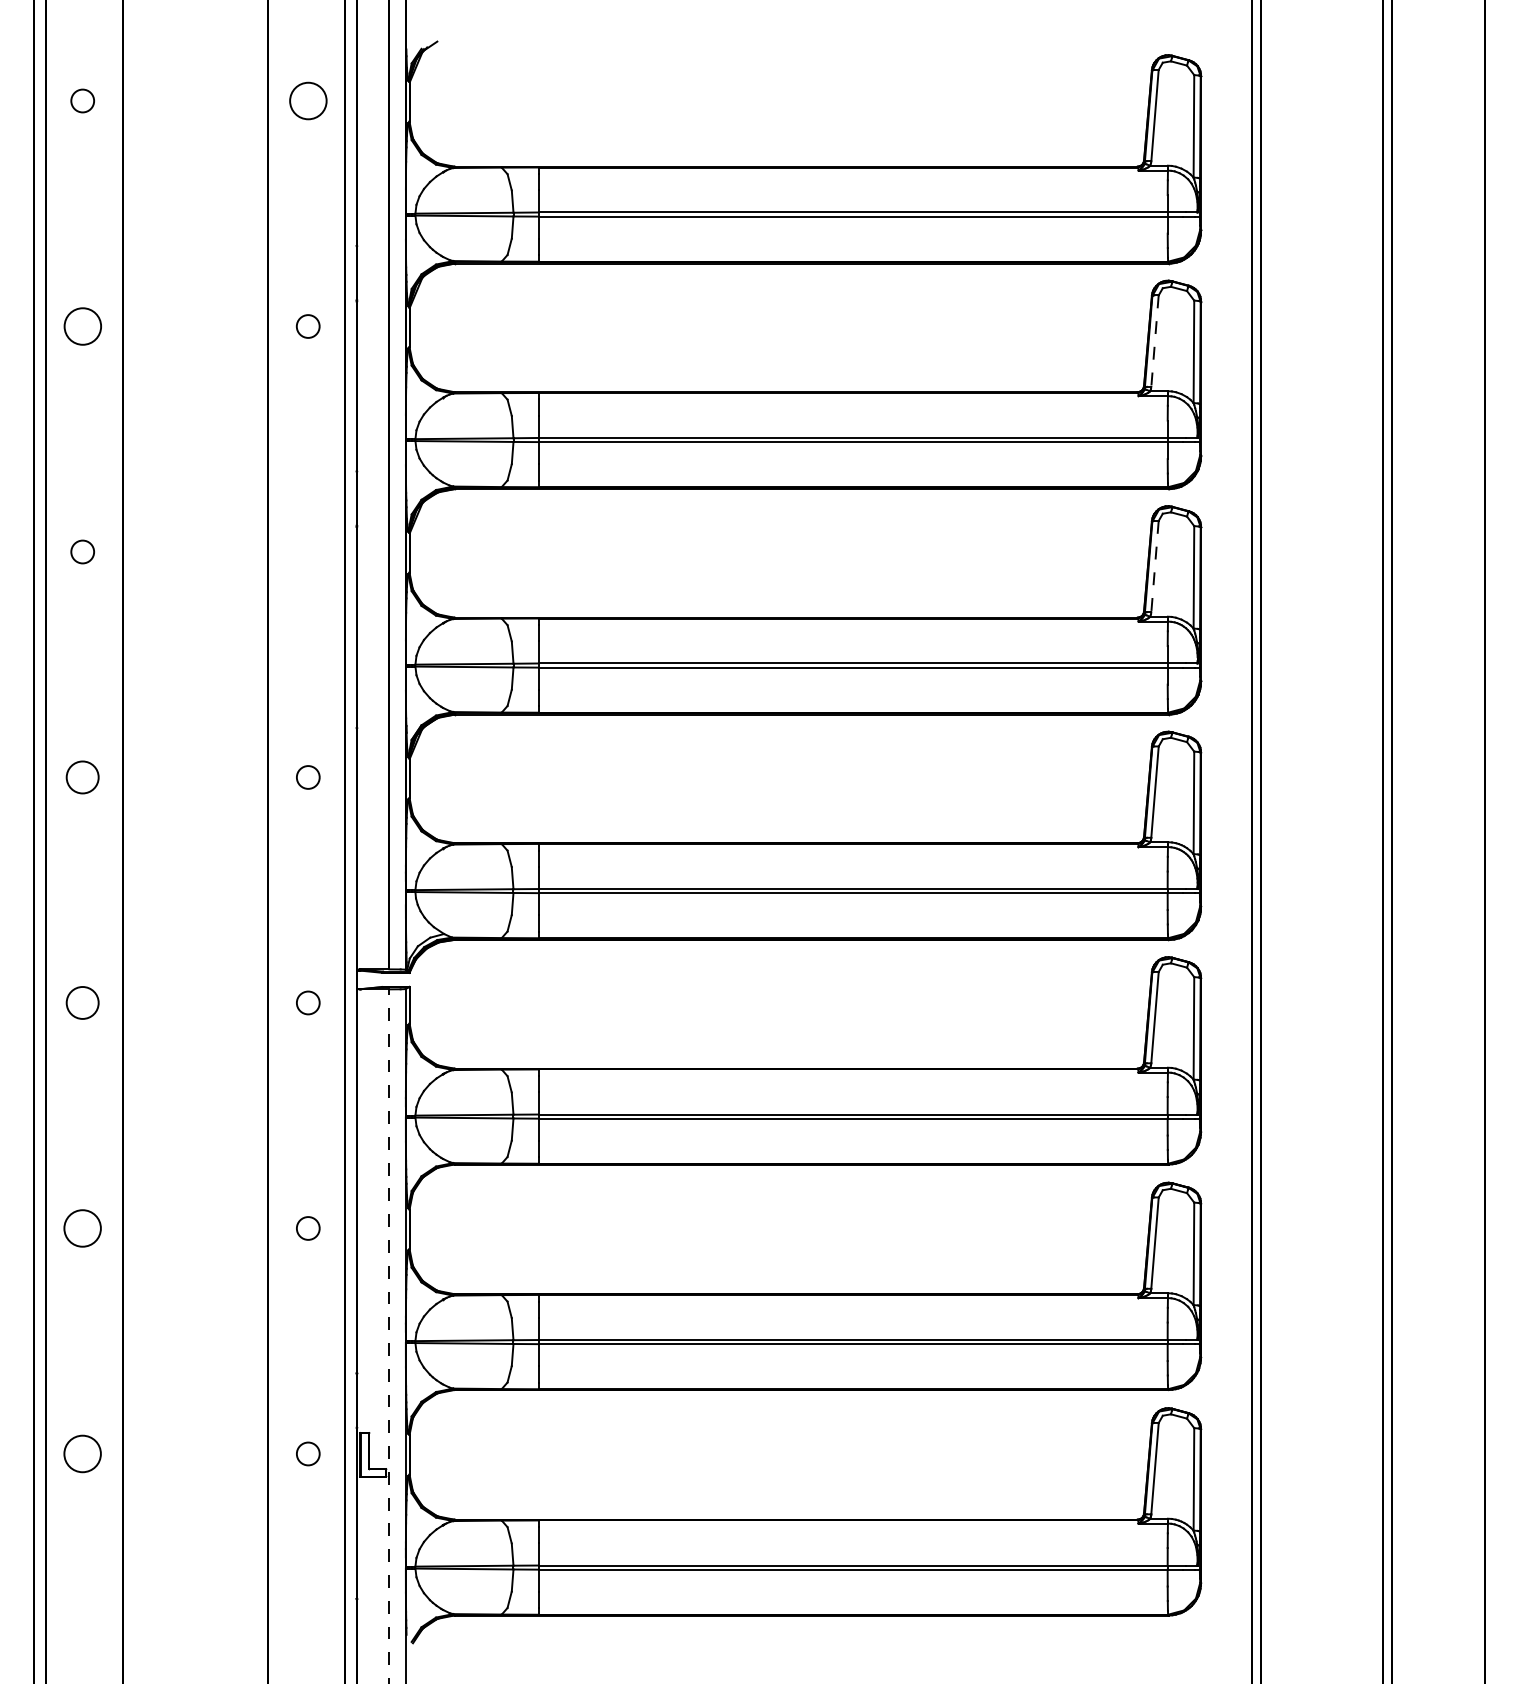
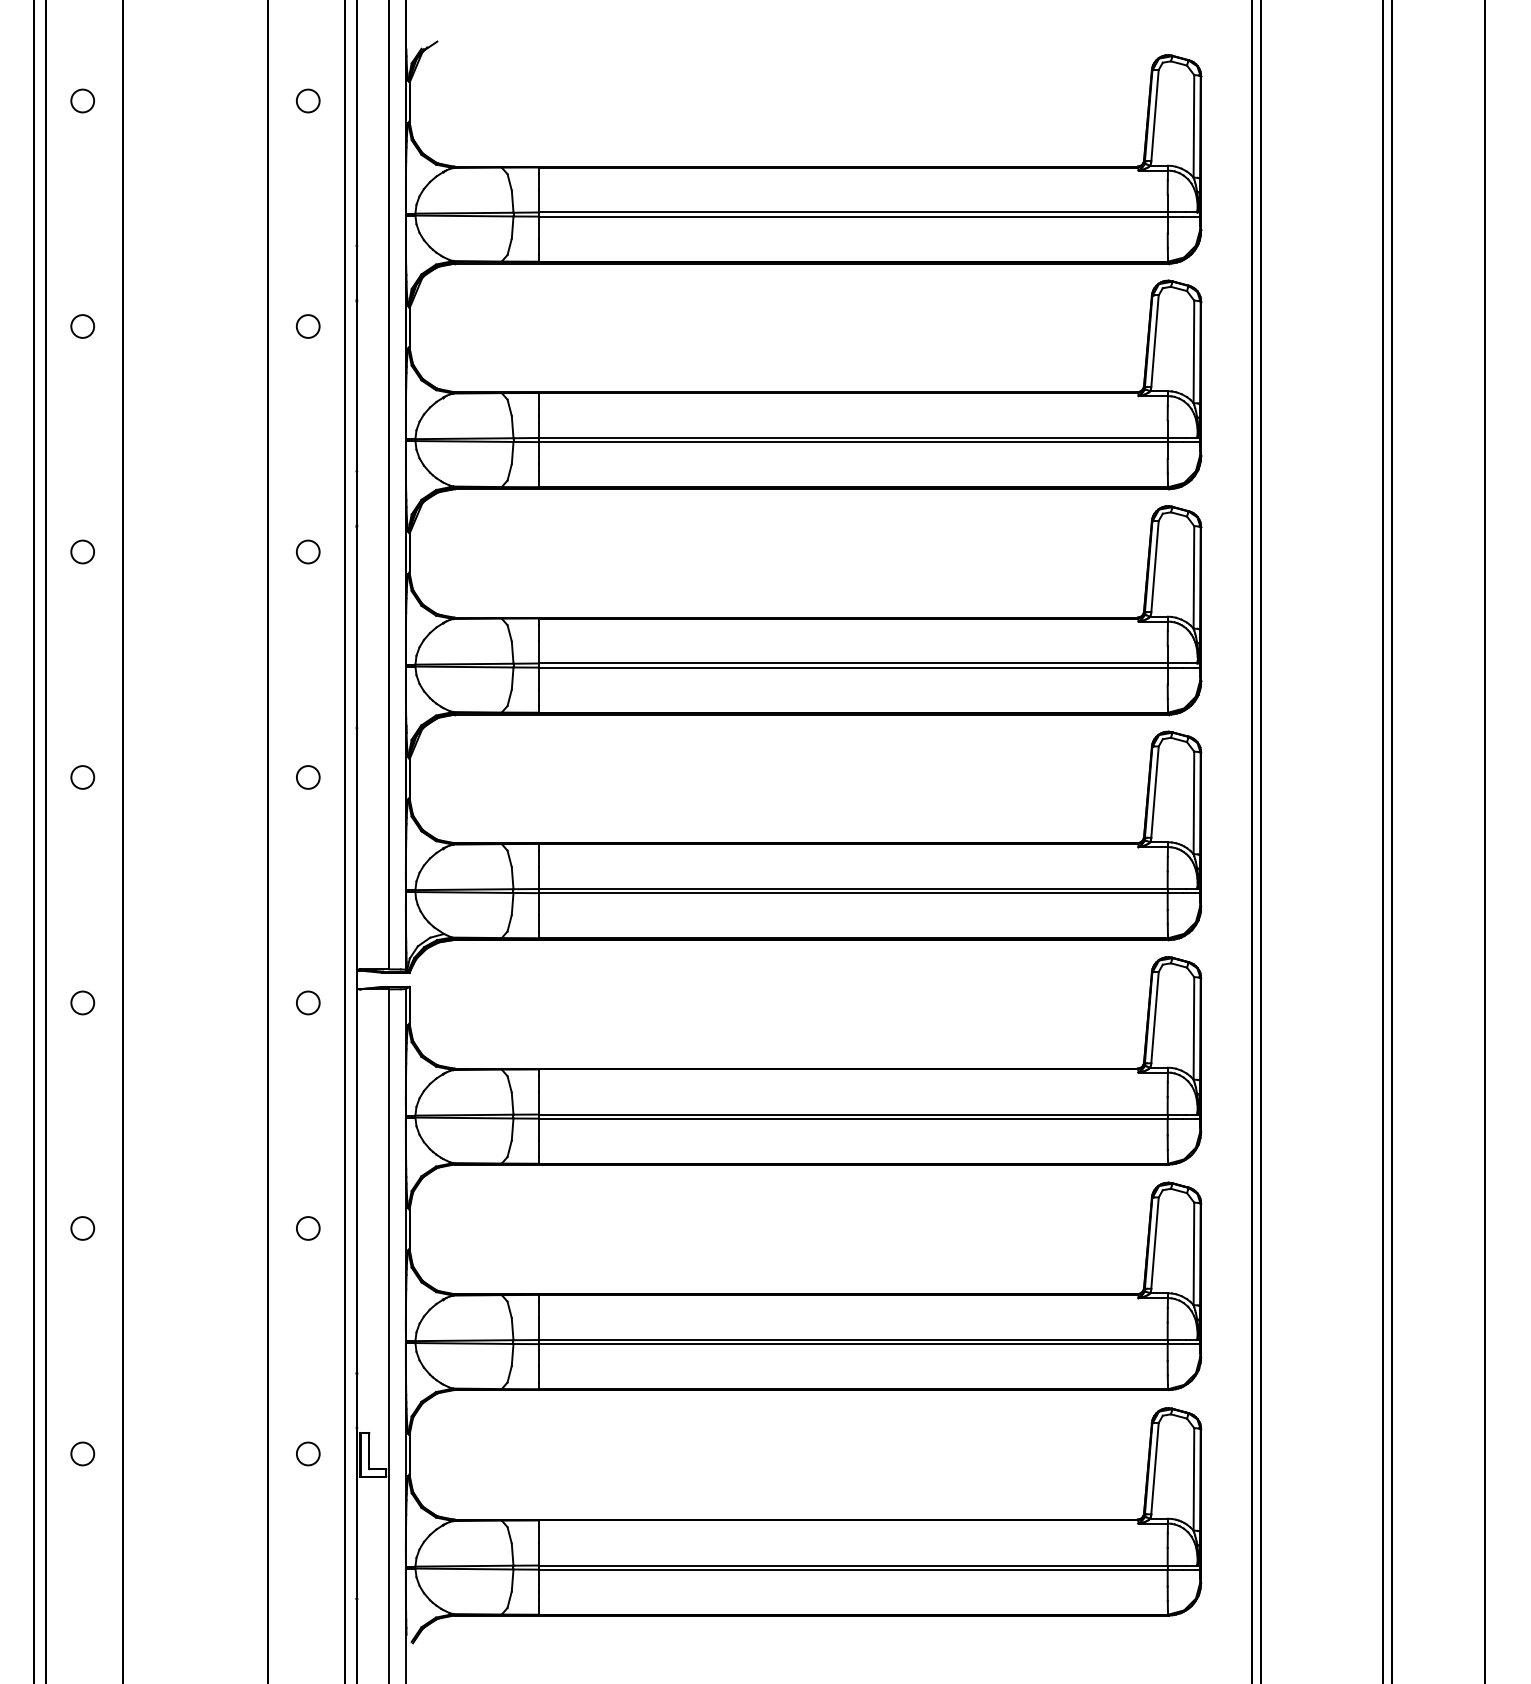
circle at (308, 100) size: 39x40 px -> 26x26 px
circle at (82, 326) size: 39x39 px -> 25x25 px
line at (1155, 341): dashed -> solid
circle at (307, 551): none -> present
line at (1155, 566): dashed -> solid
circle at (82, 777) size: 35x35 px -> 26x25 px
circle at (82, 1002) size: 35x34 px -> 26x26 px
circle at (82, 1228) size: 39x39 px -> 26x25 px
line at (389, 1336): dashed -> solid
circle at (82, 1453) size: 39x40 px -> 26x26 px
